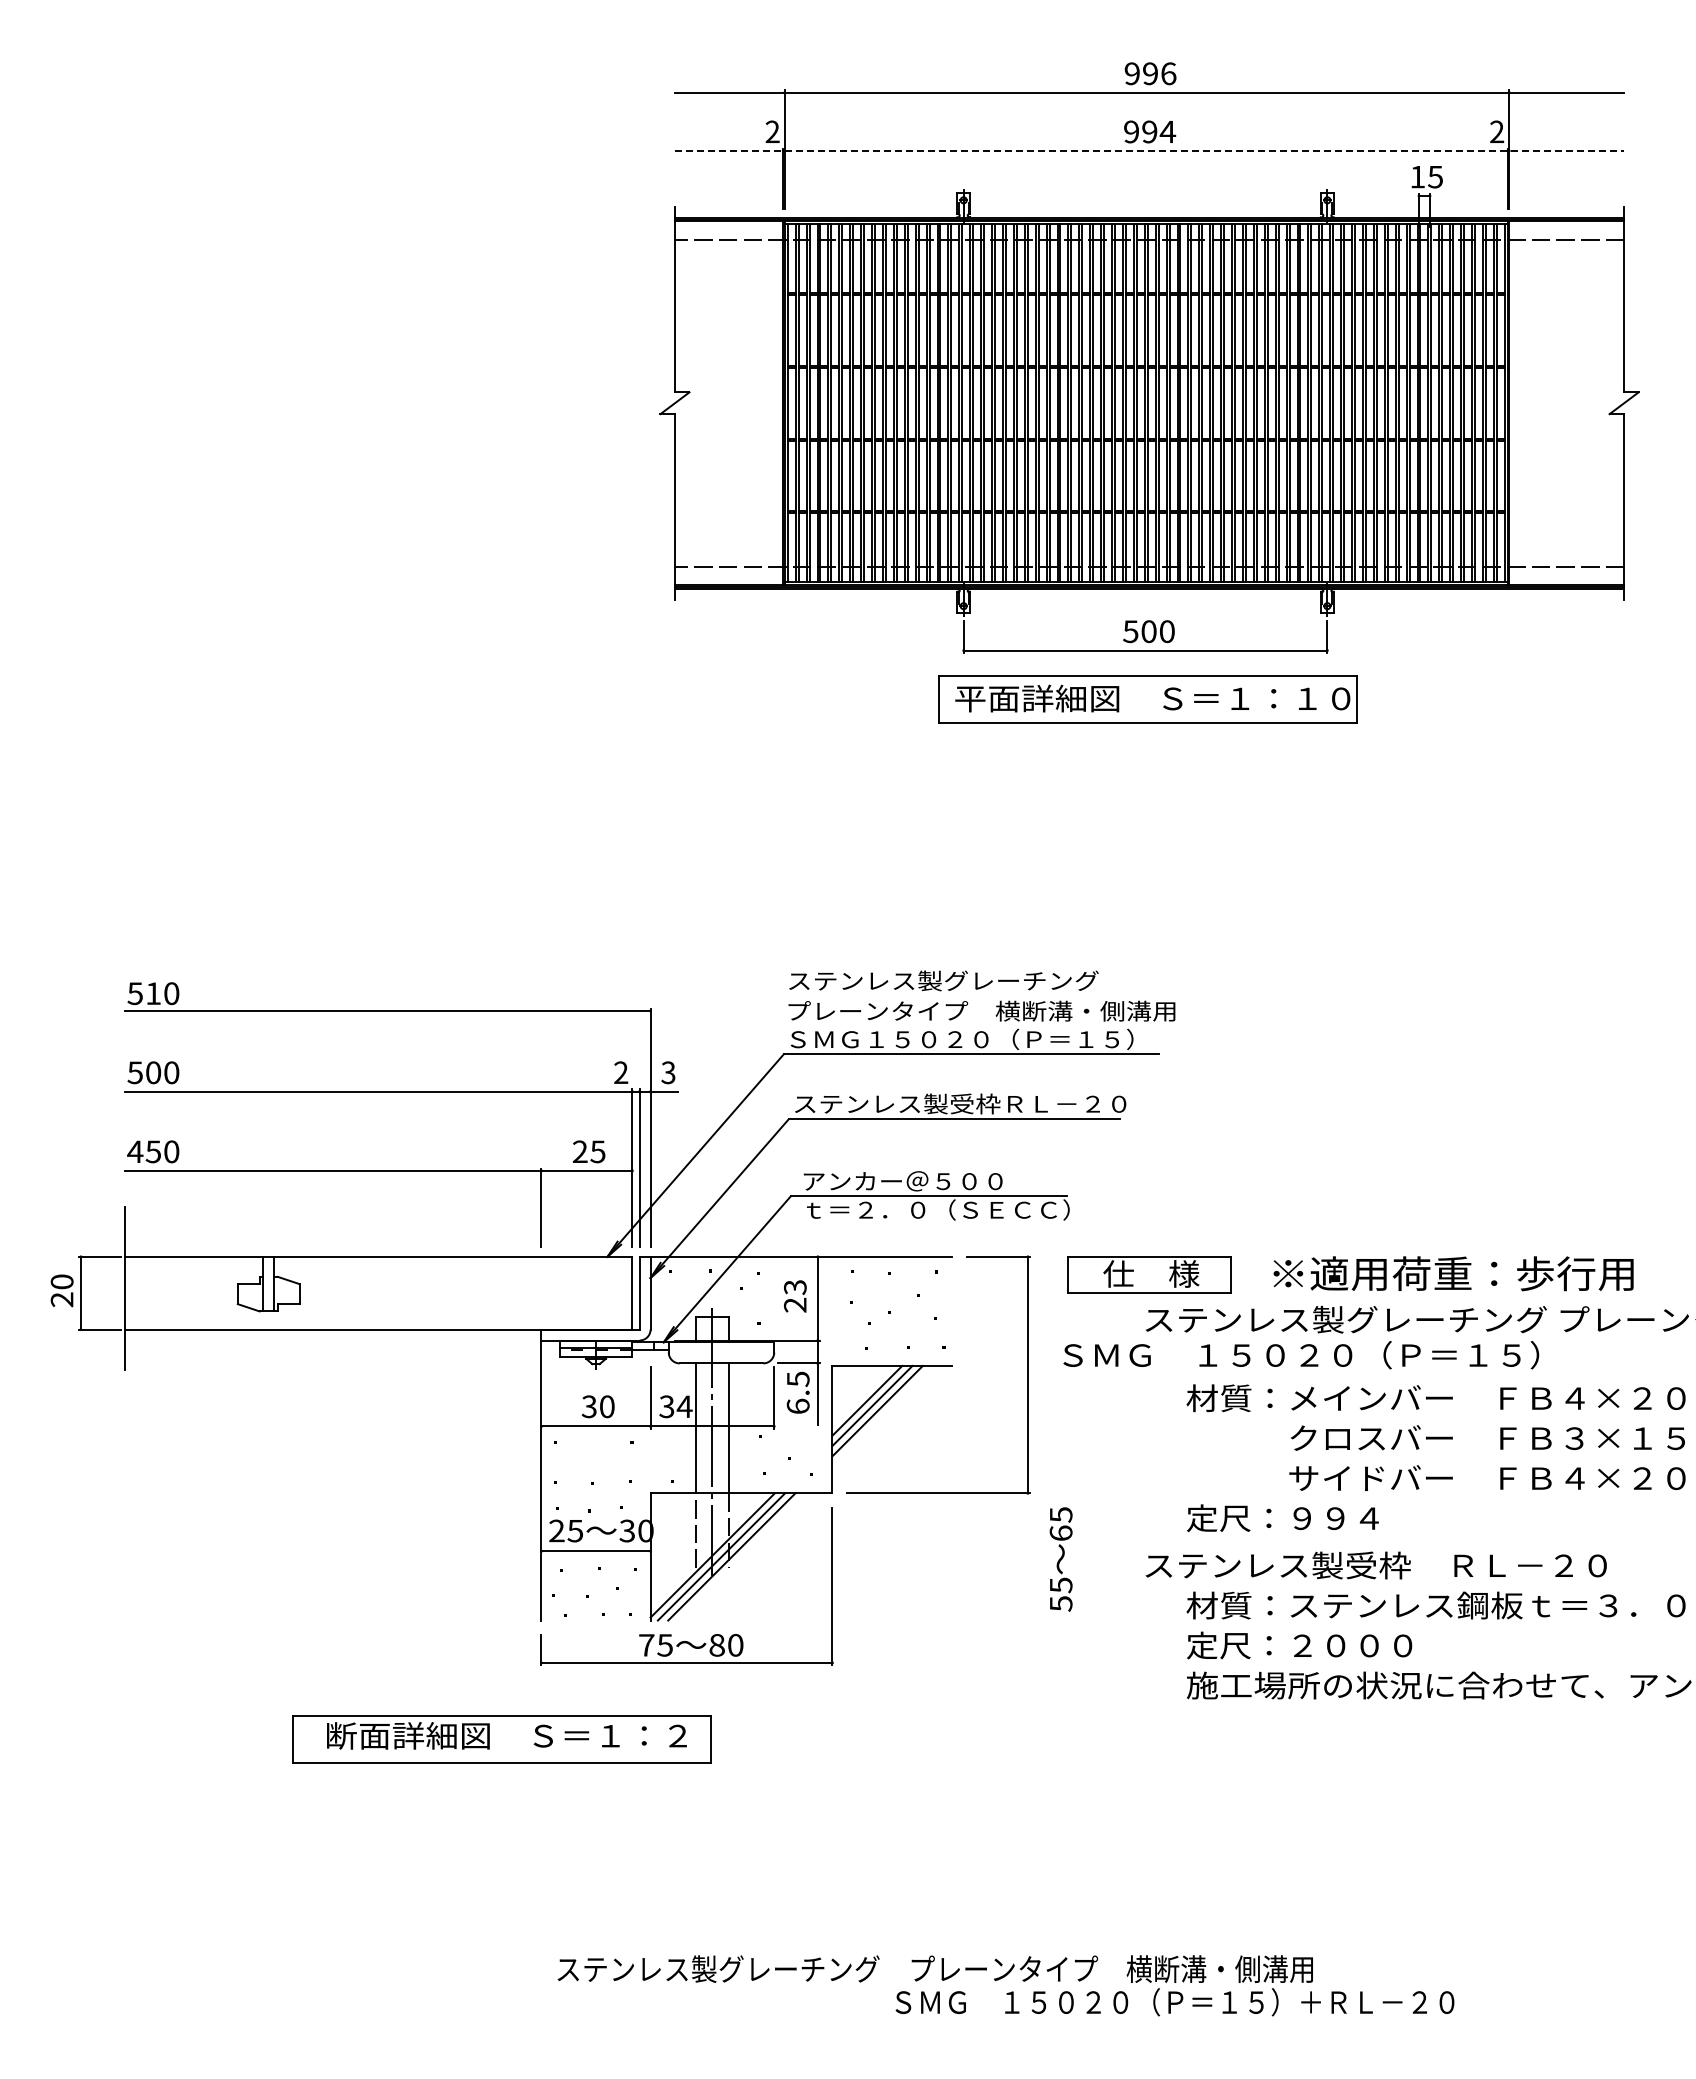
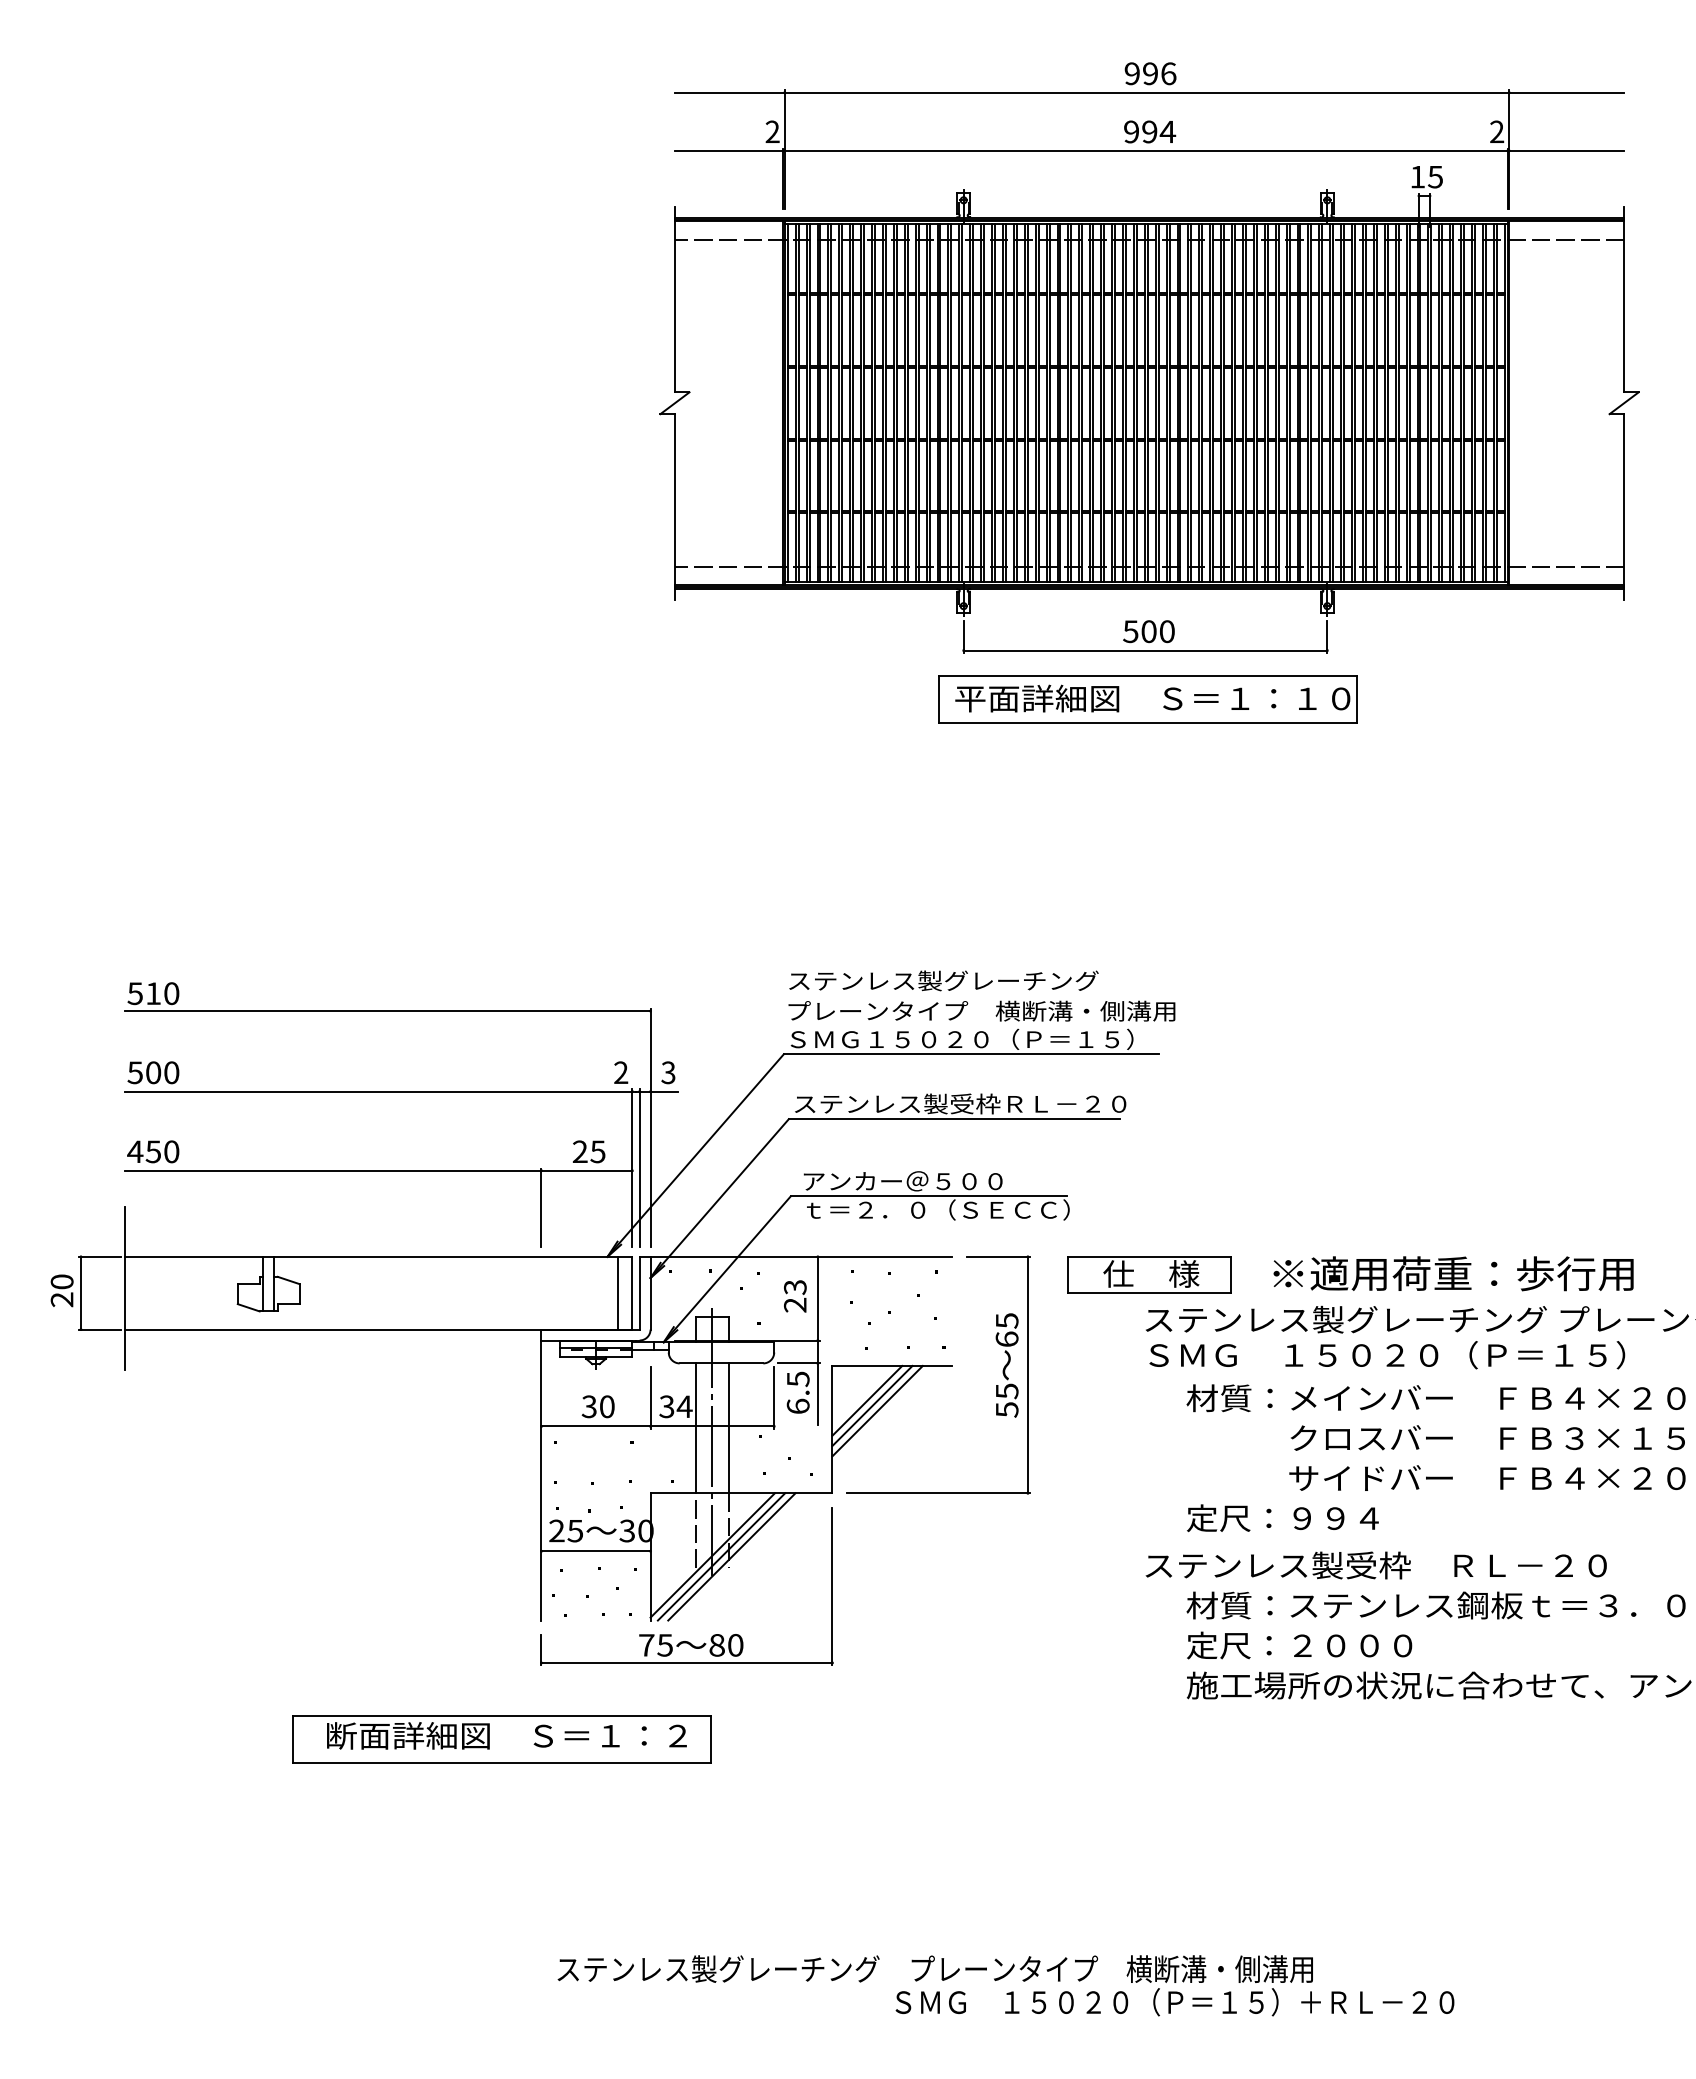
line at (1149, 150): dashed -> solid
line at (617, 1292): none -> present
text at (1301, 1355) position: (1301, 1355) -> (1387, 1355)
text at (1060, 1559) position: (1060, 1559) -> (1006, 1365)
